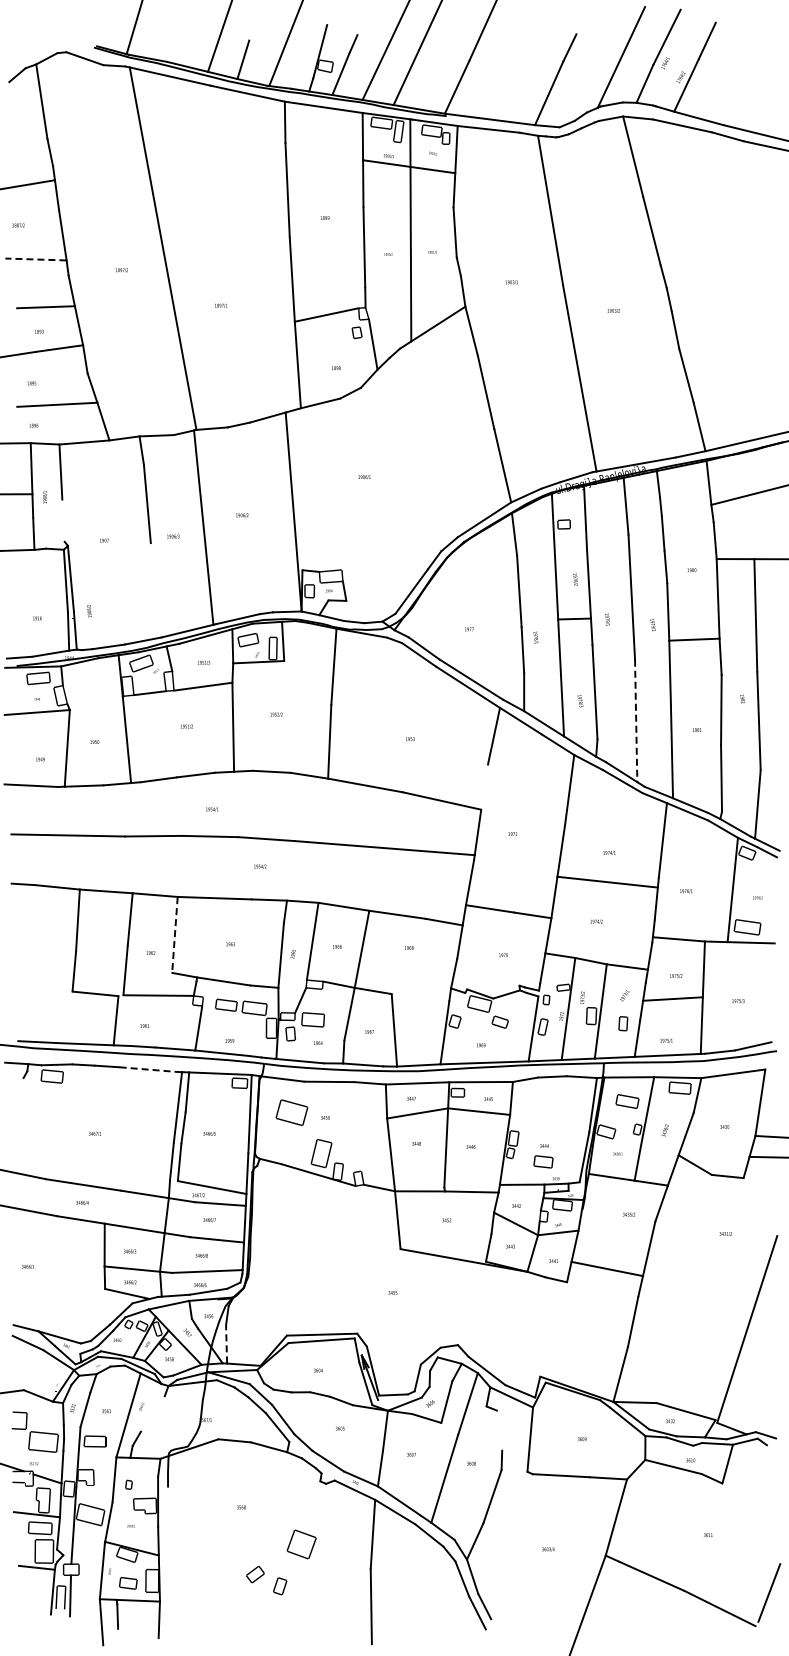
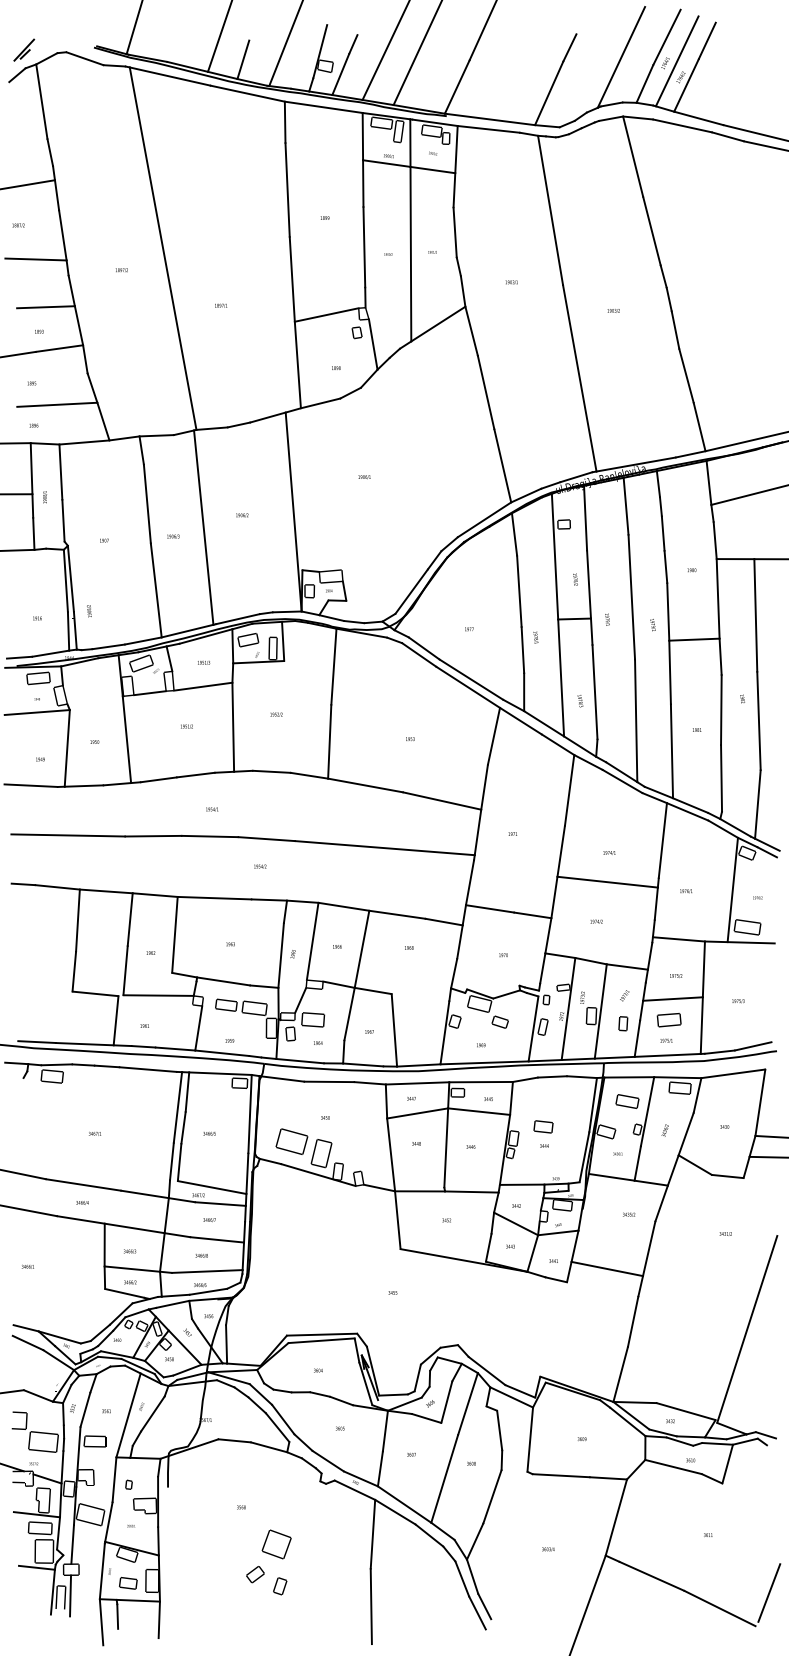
part at (24, 49): none -> present
line at (677, 61): none -> present
line at (35, 259): dashed -> solid
line at (63, 520): none -> present
line at (155, 590): none -> present
line at (636, 721): dashed -> solid
line at (484, 786): none -> present
line at (174, 934): dashed -> solid
part at (668, 1019): none -> present
line at (148, 1069): dashed -> solid
part at (291, 1112) position: (291, 1112) -> (291, 1141)
part at (543, 1161) position: (543, 1161) -> (543, 1126)
line at (226, 1343): dashed -> solid
line at (152, 1413): none -> present
line at (499, 1430): none -> present
part at (301, 1544) position: (301, 1544) -> (276, 1544)
